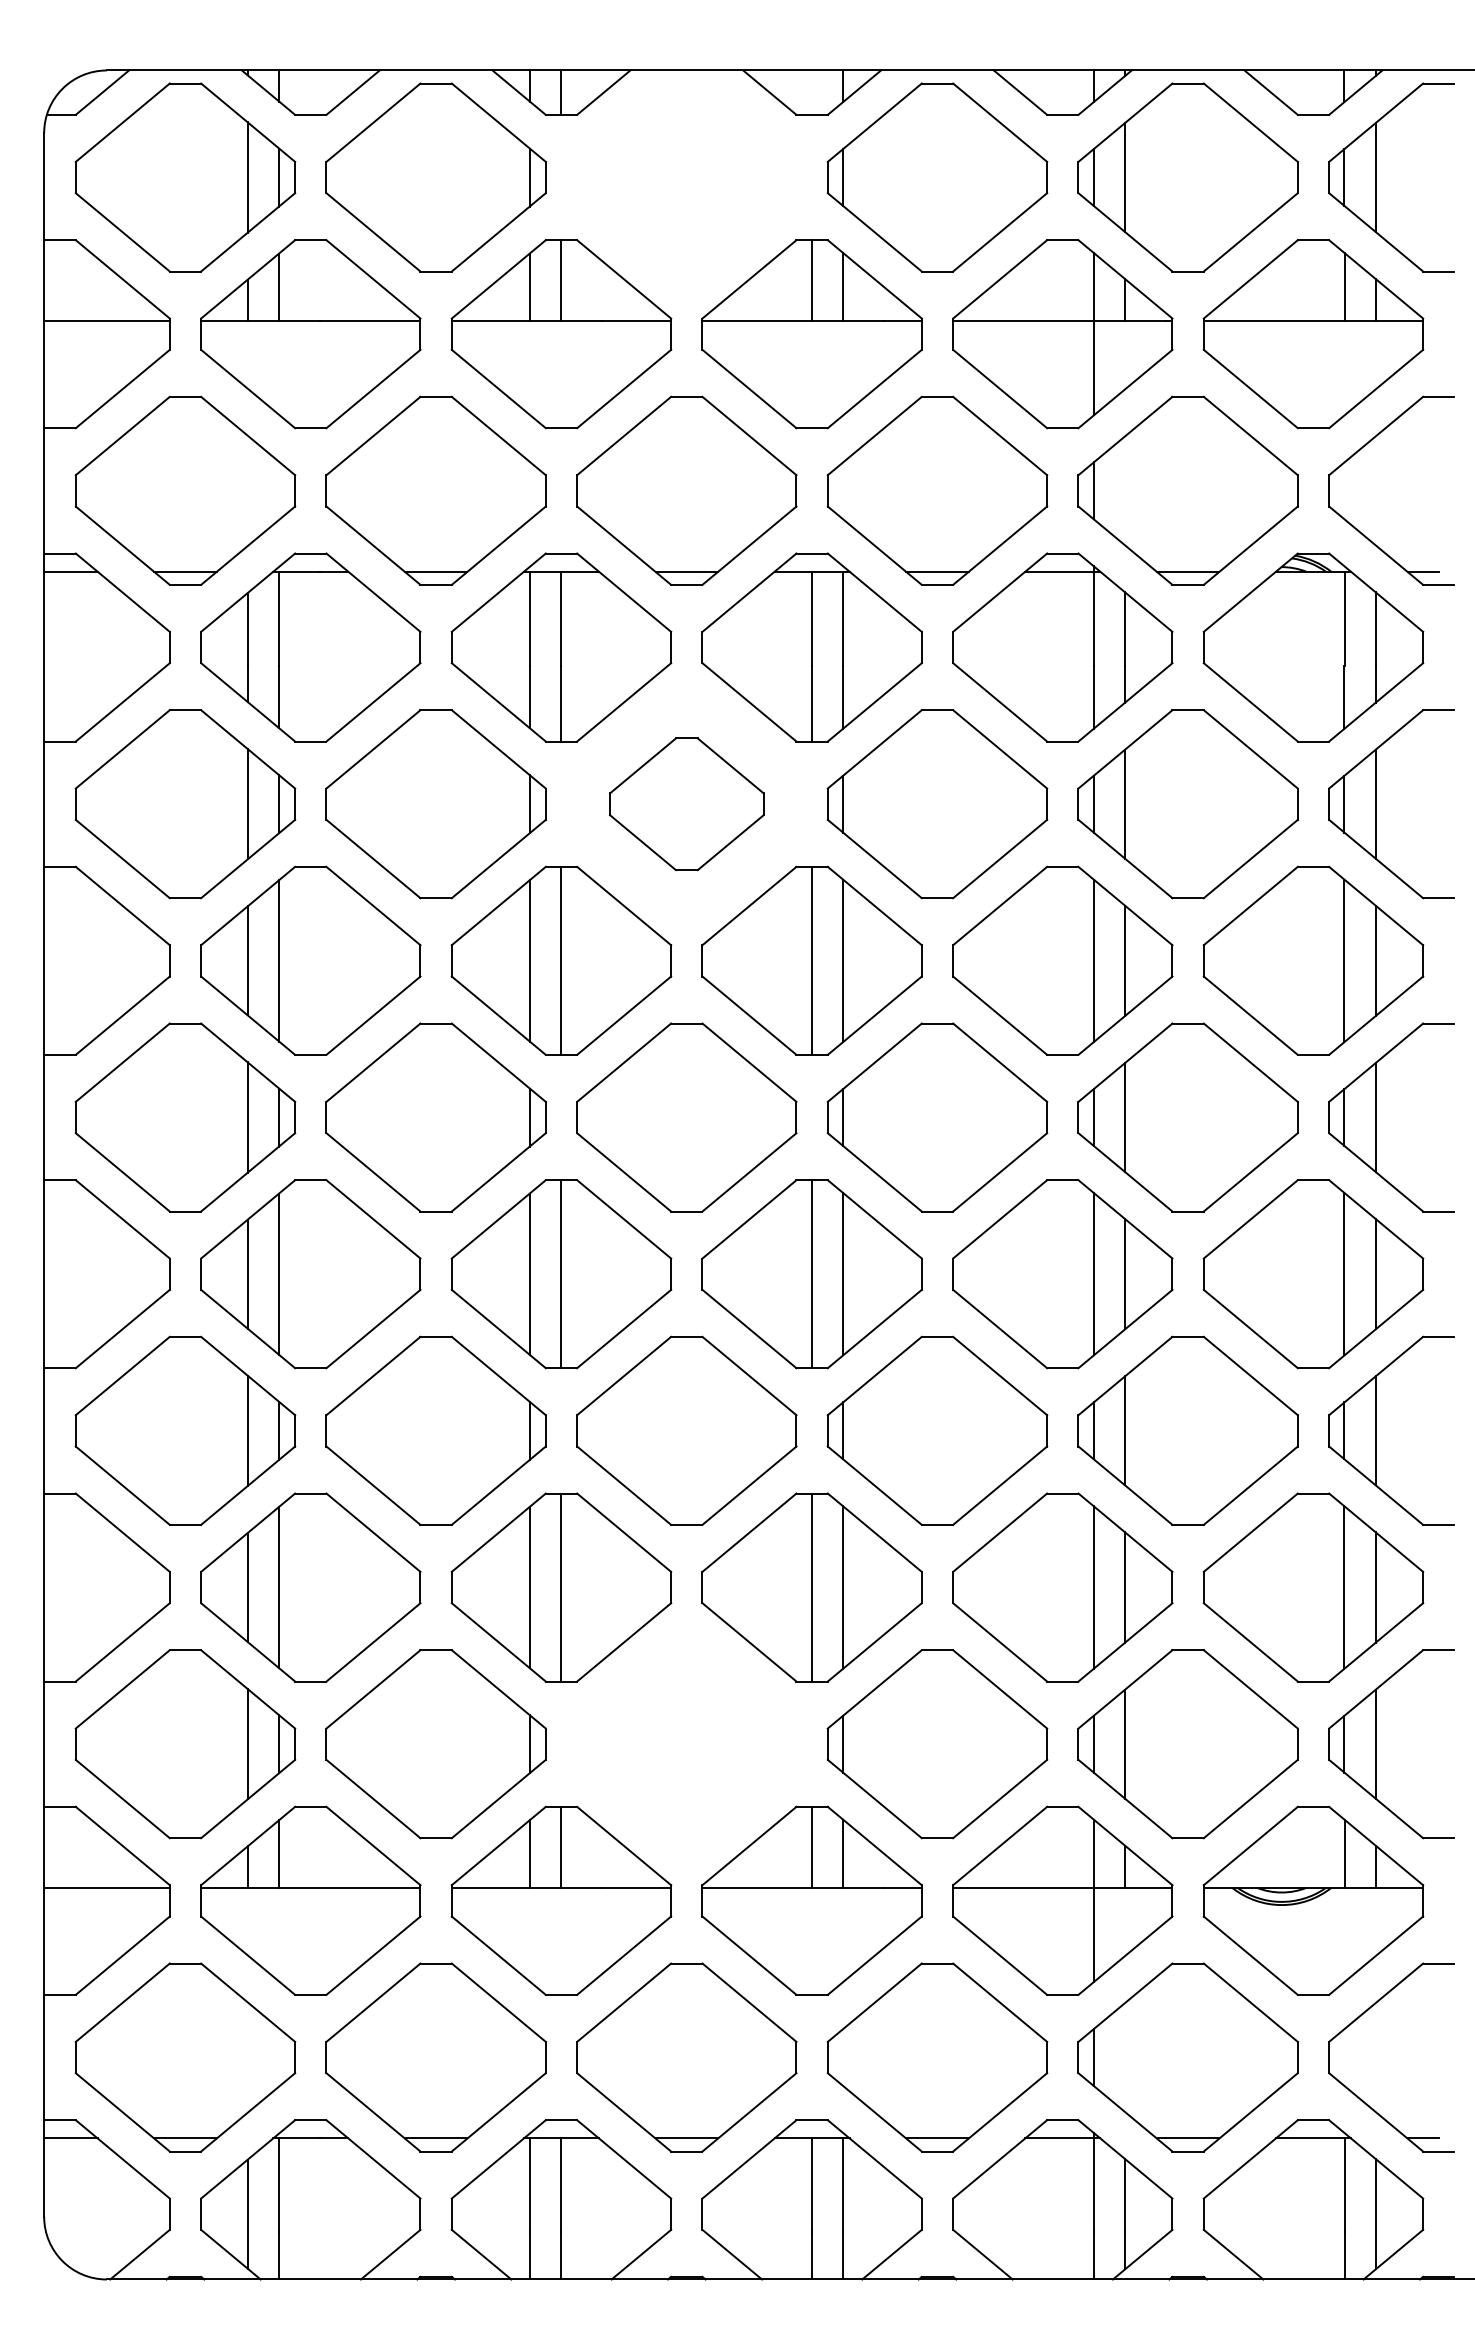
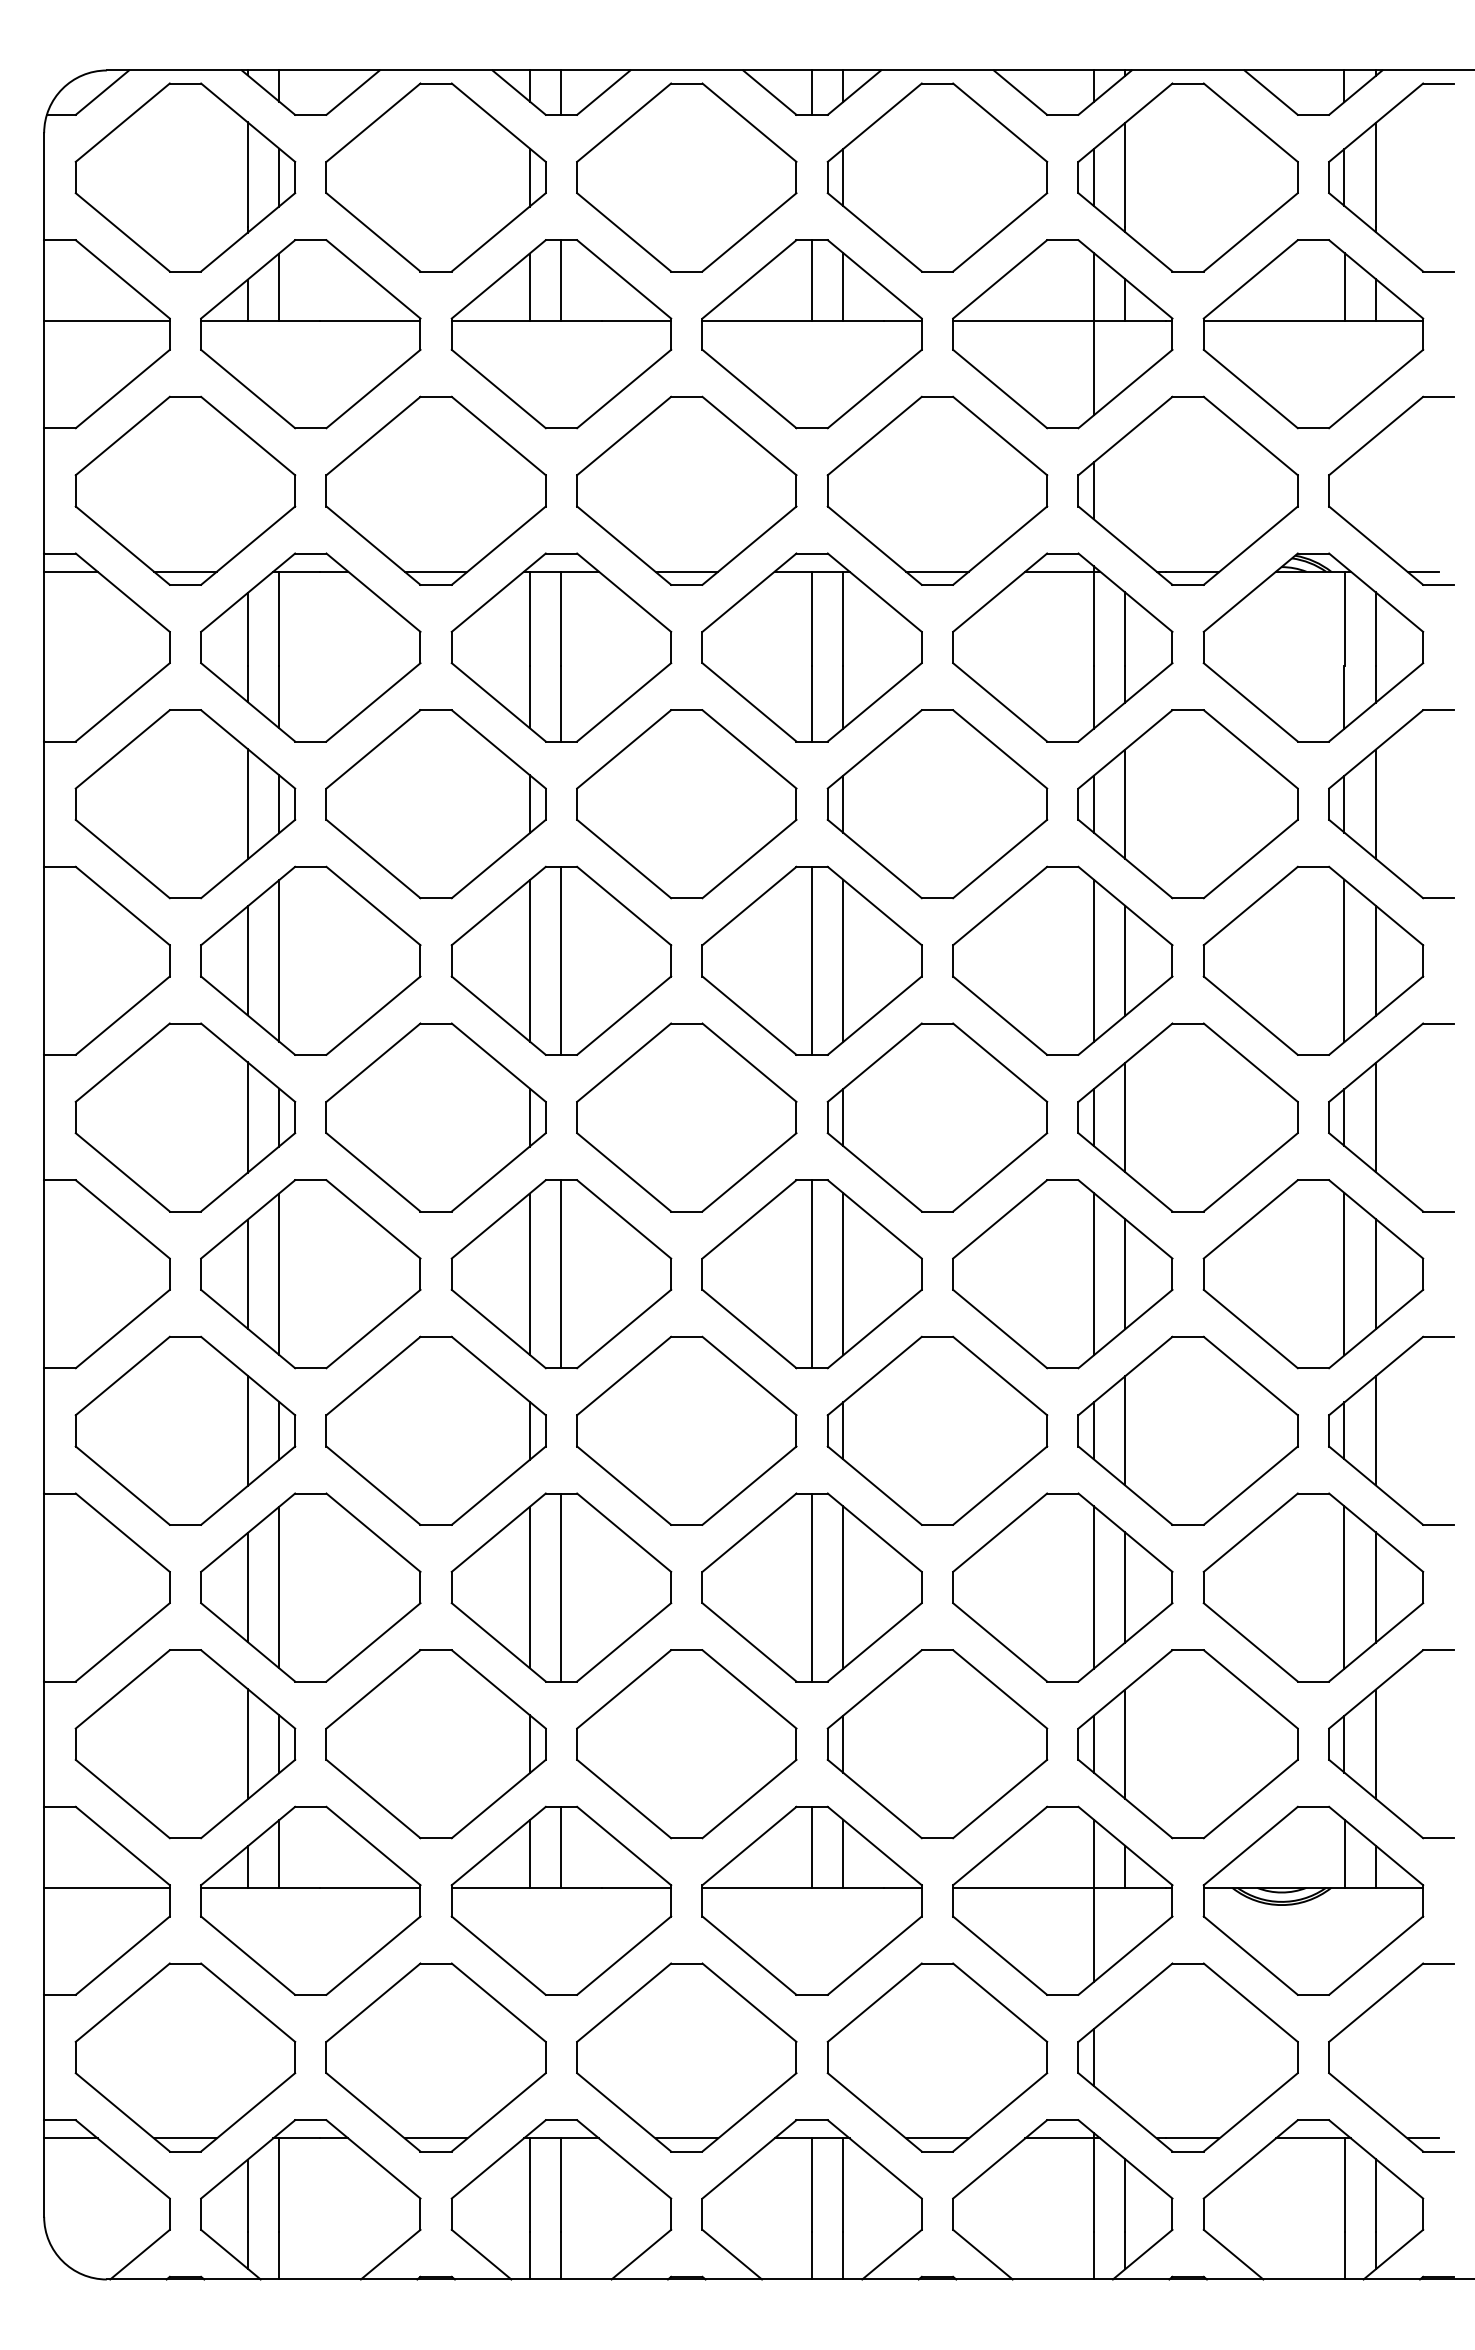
line at (811, 92): none -> present
part at (686, 177): none -> present
part at (686, 804) size: 156x135 px -> 222x191 px
part at (686, 1744): none -> present
